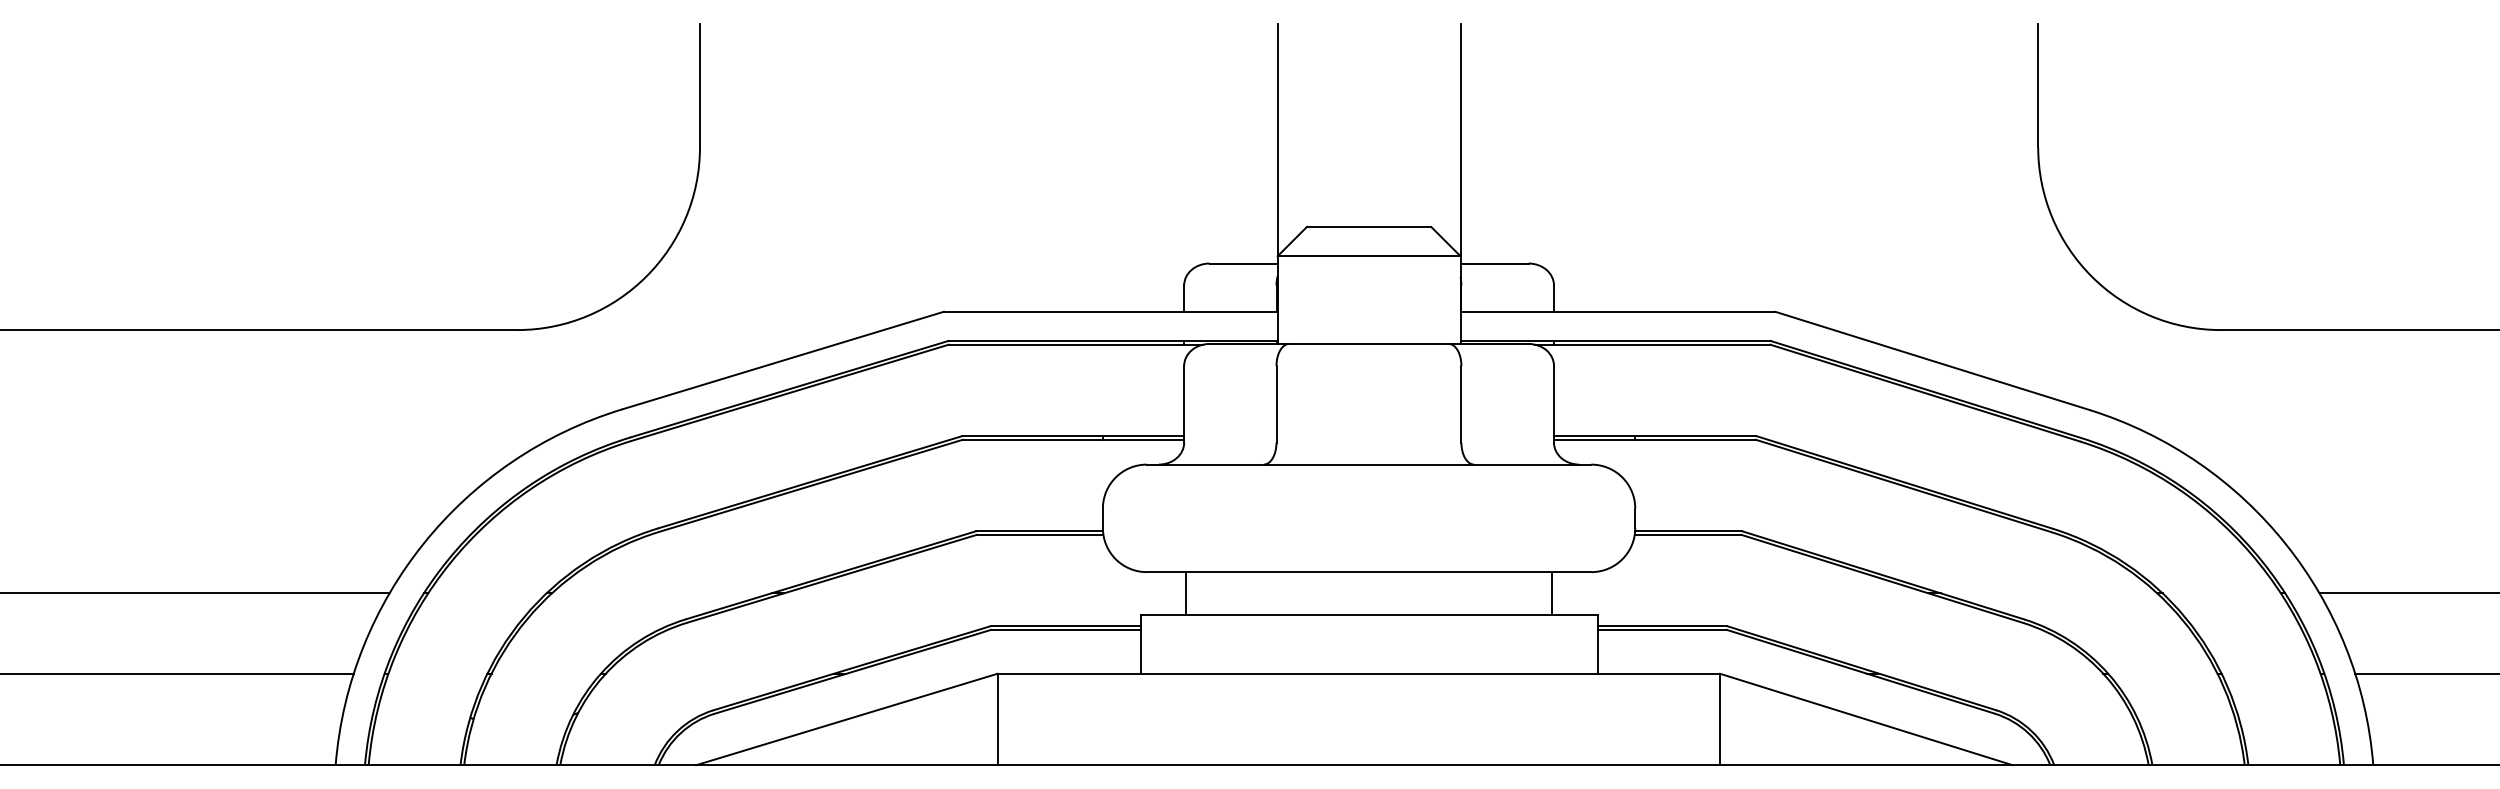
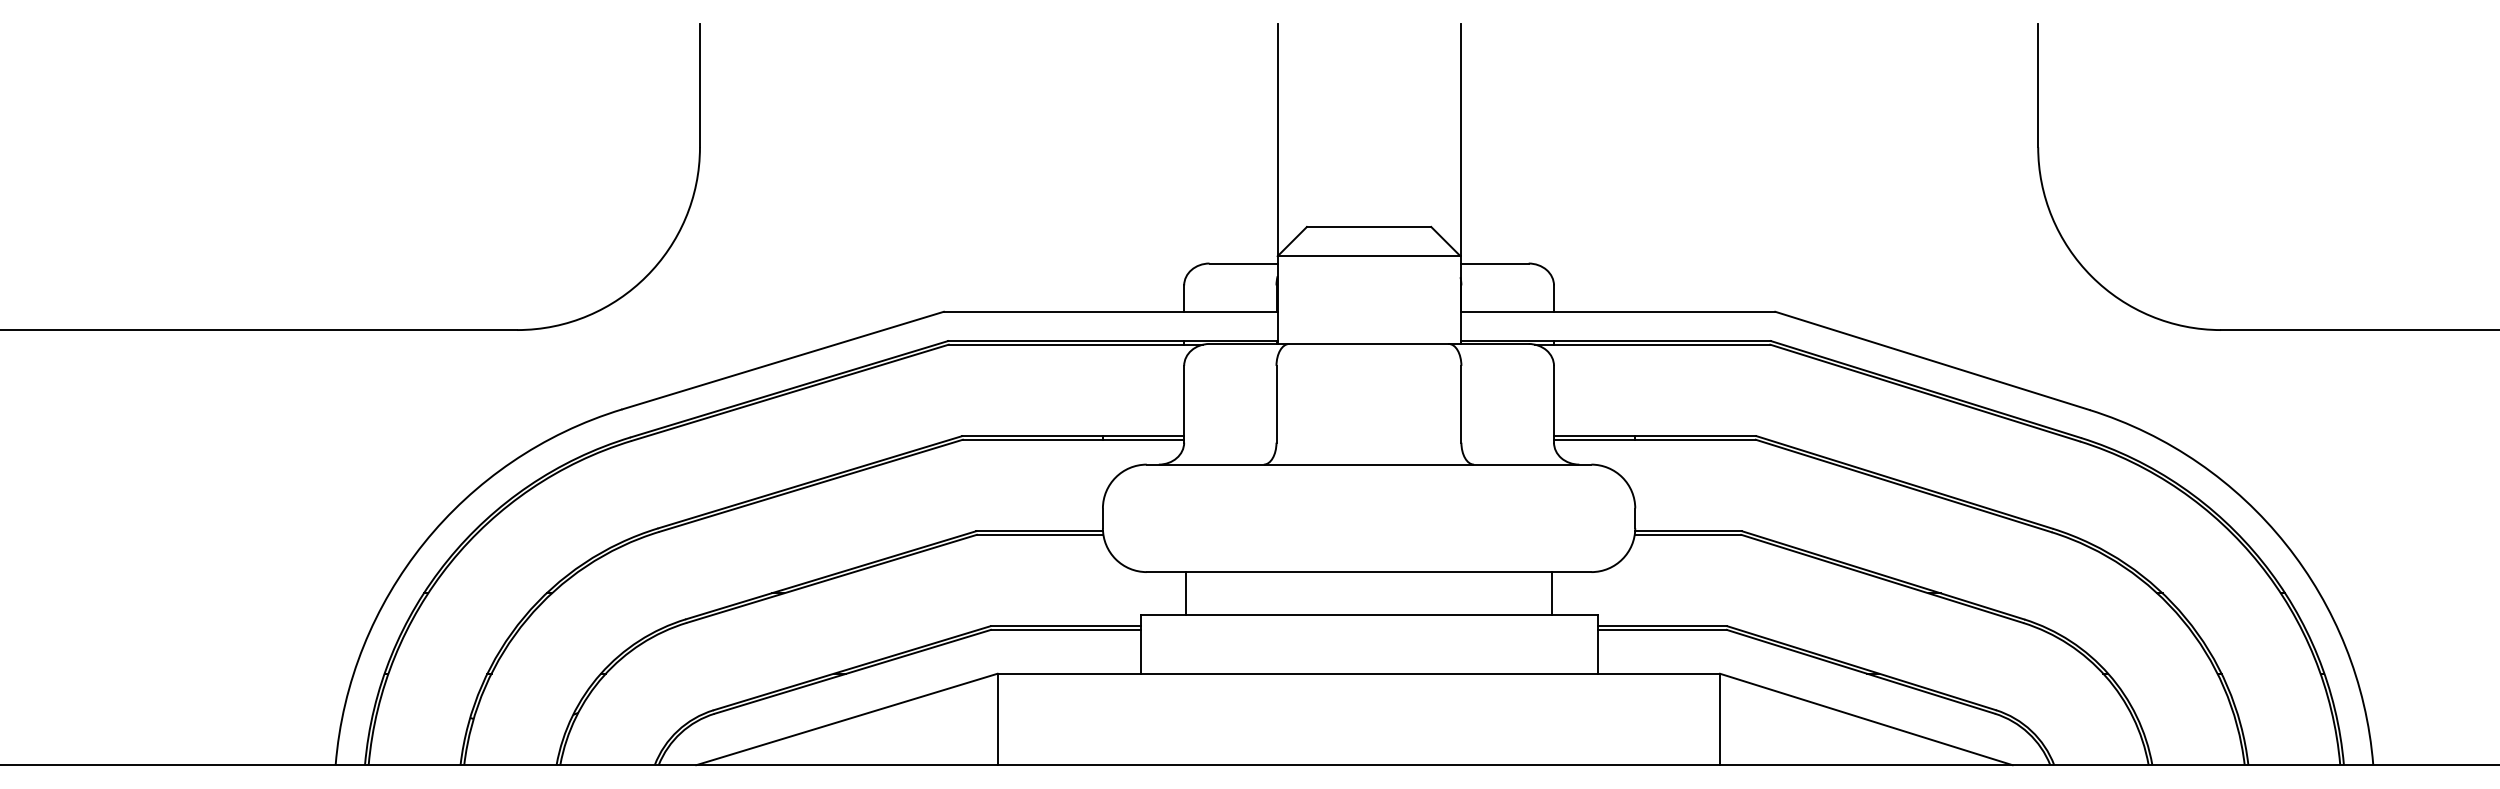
line at (195, 593): present -> none
line at (2407, 593): present -> none
line at (177, 673): present -> none
line at (2425, 673): present -> none
